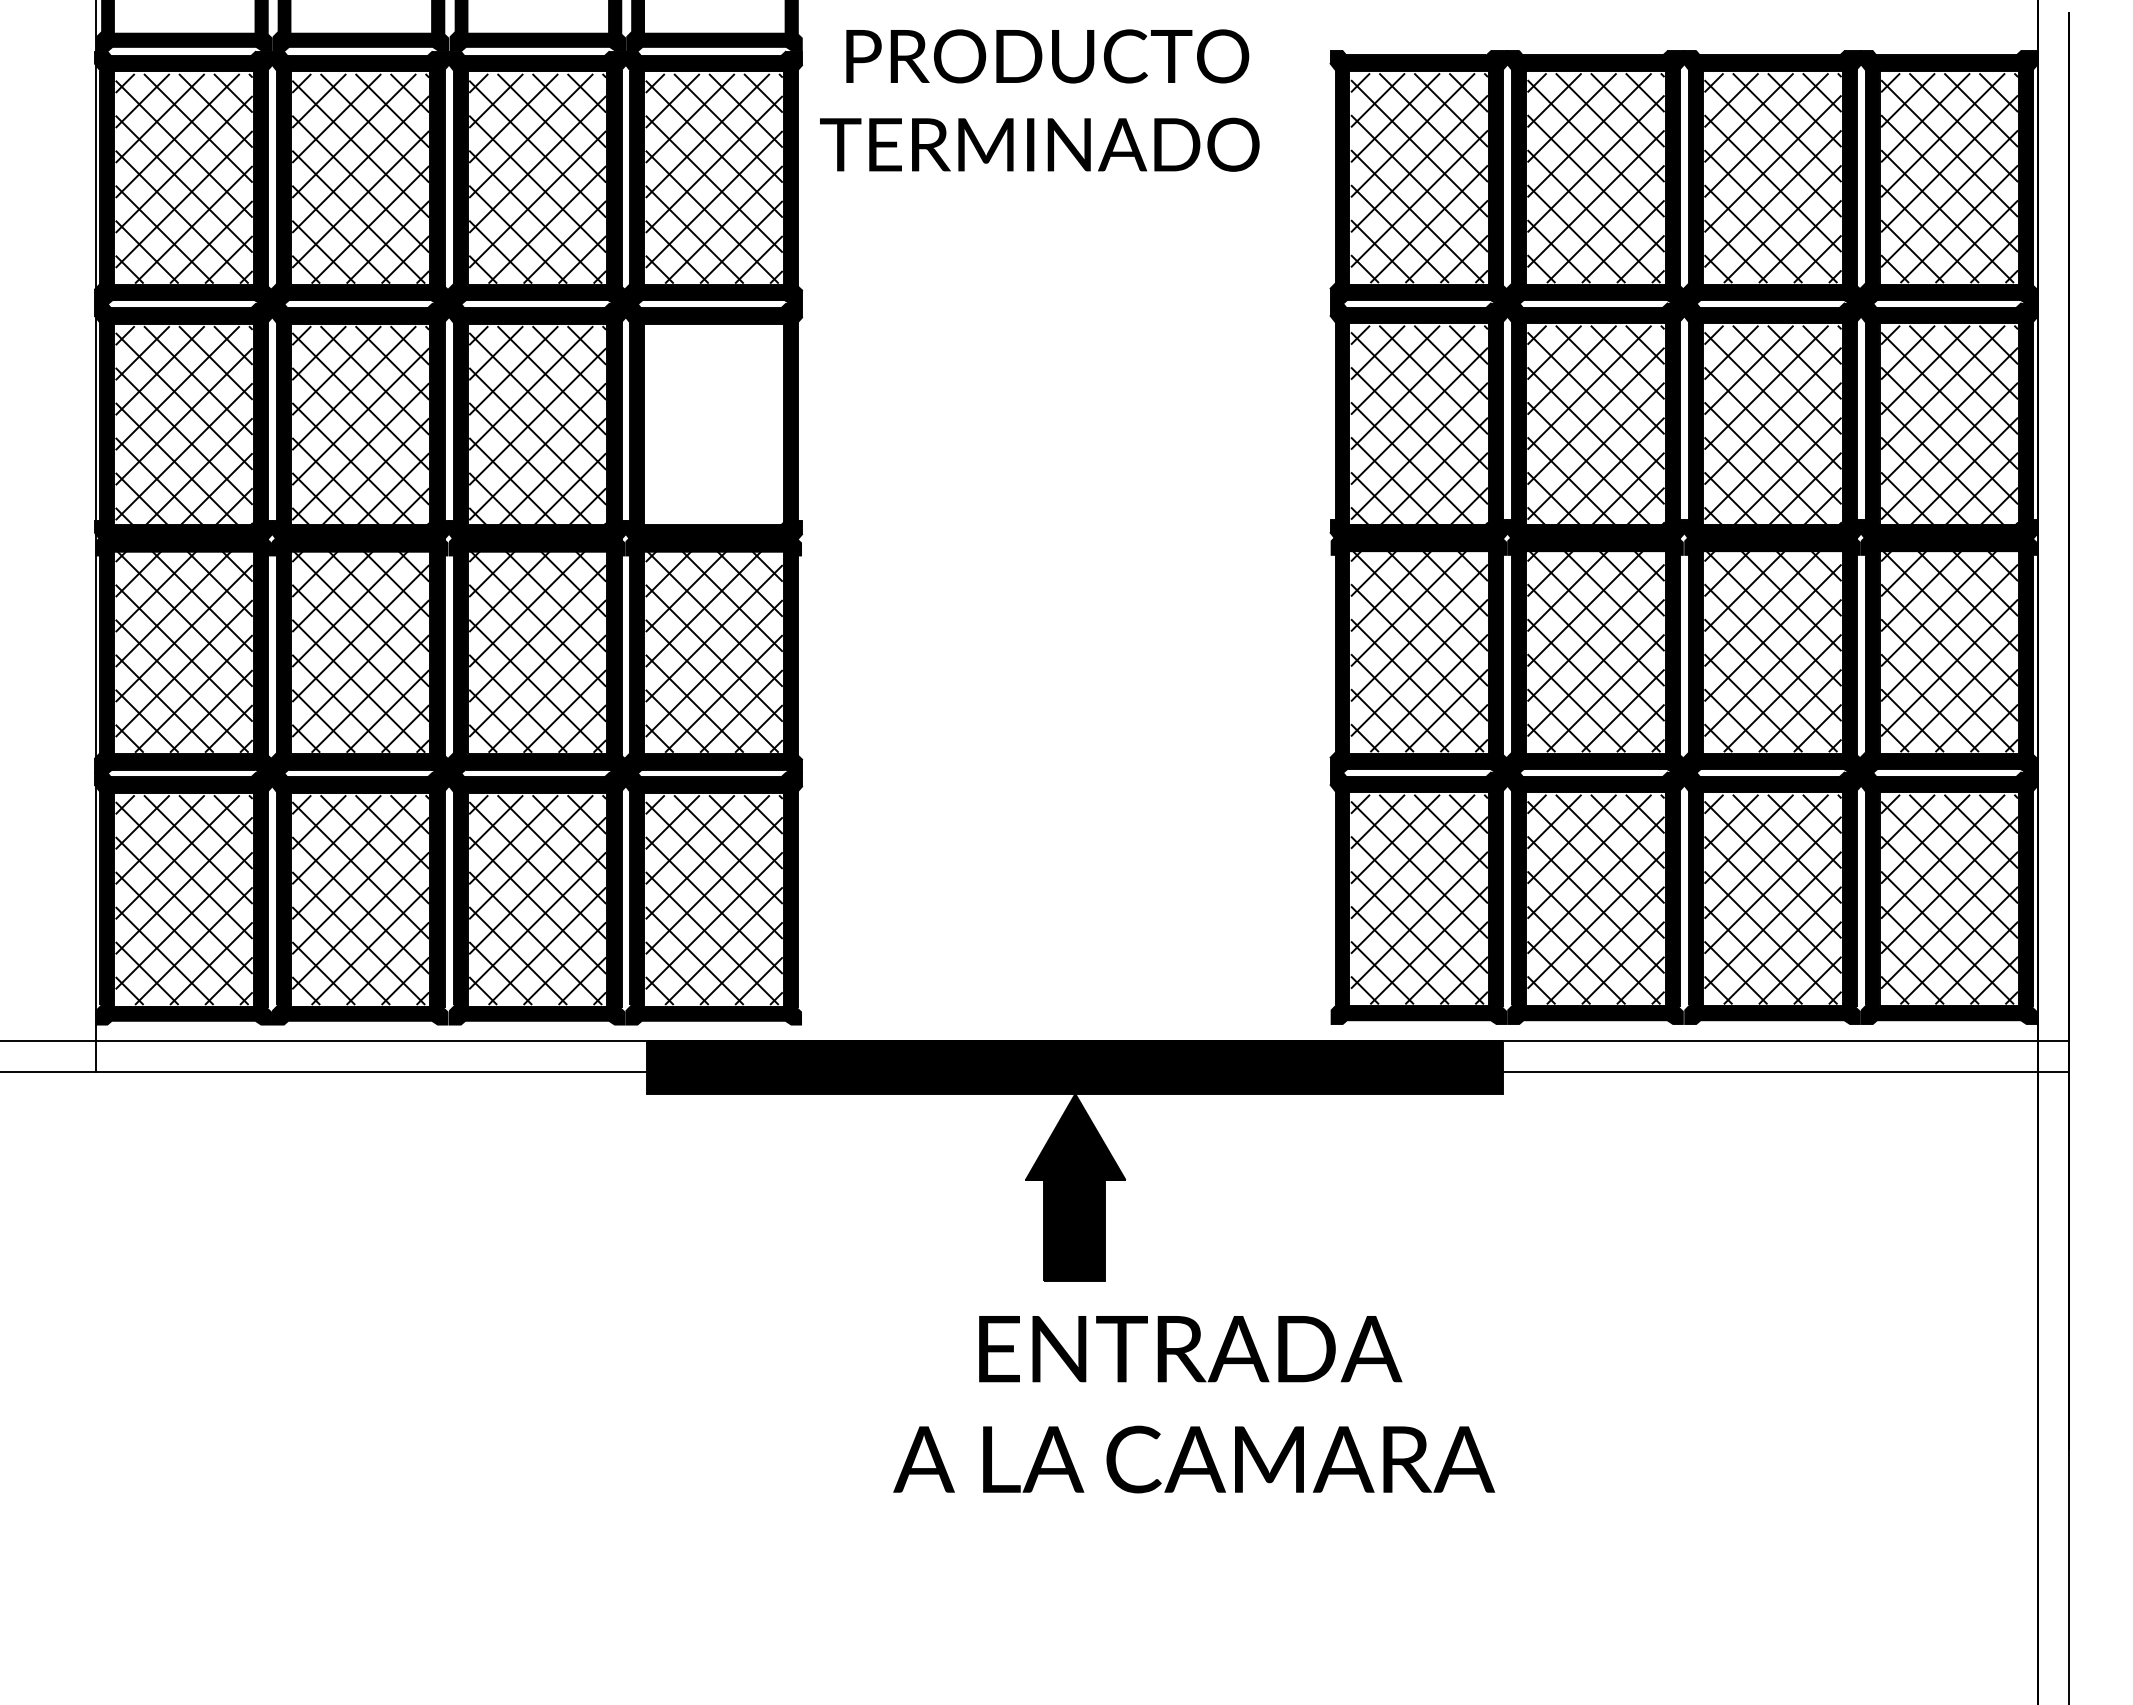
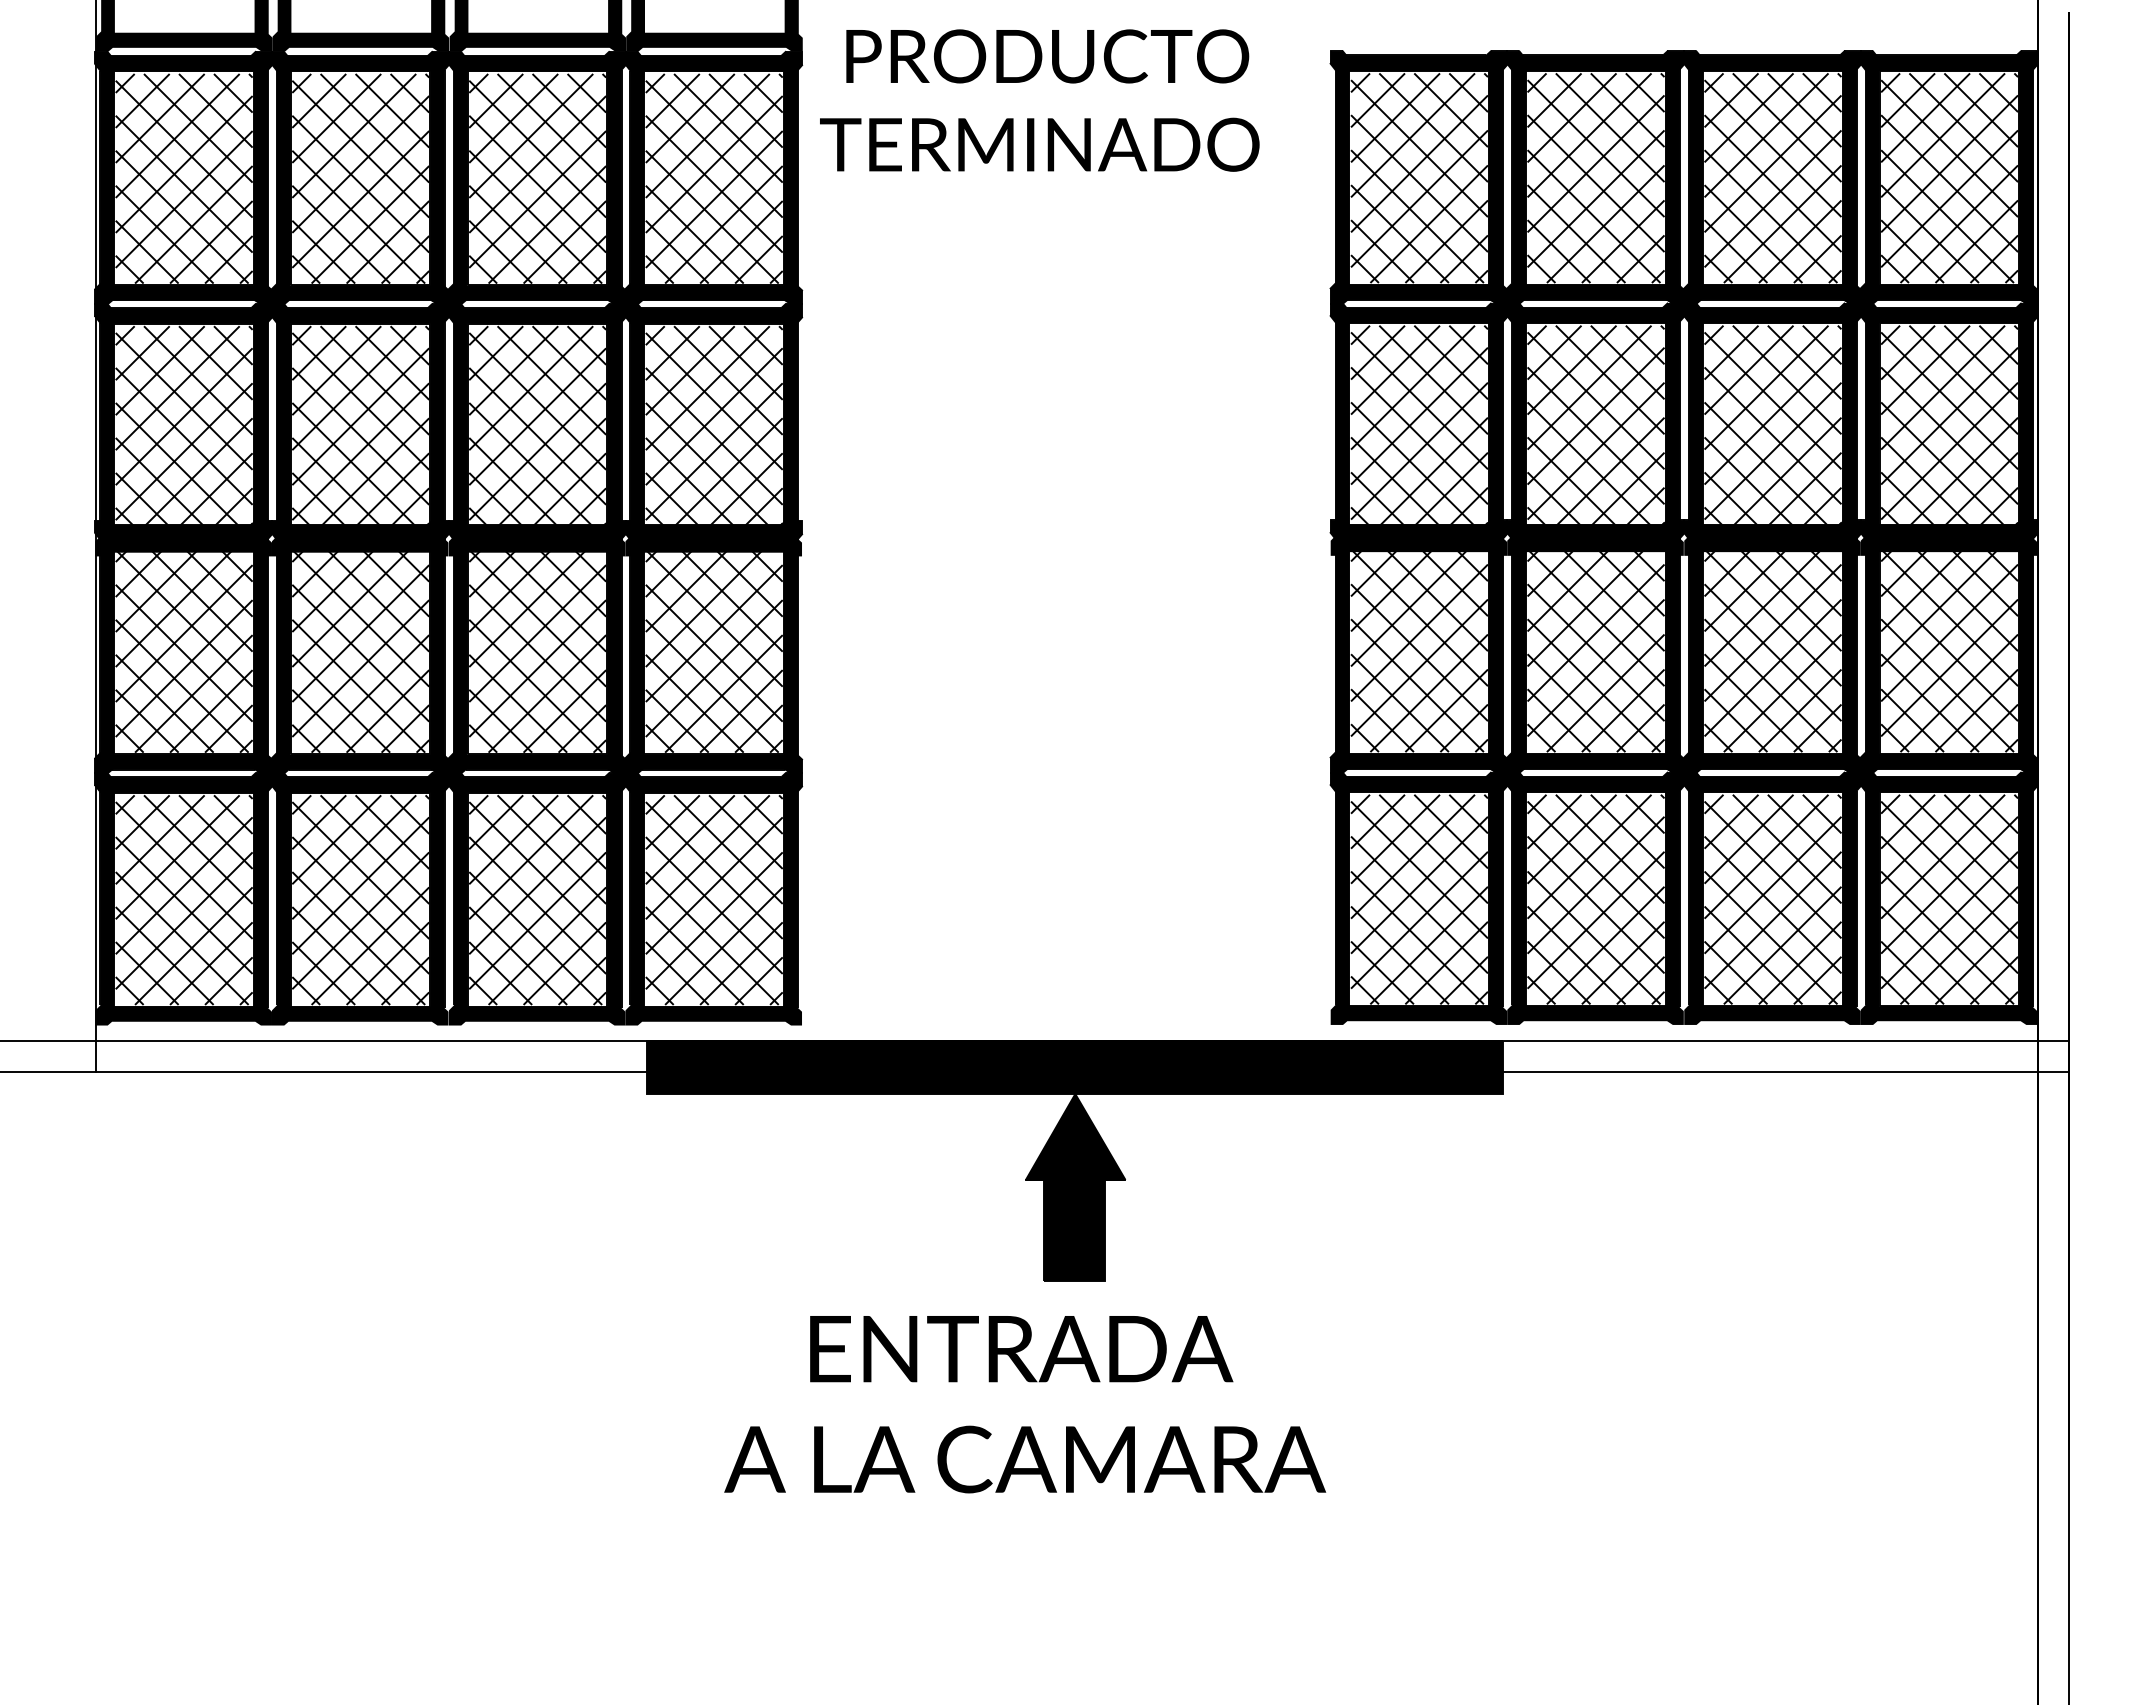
hatch at (713, 430): none -> present
text at (1194, 1404) position: (1194, 1404) -> (1025, 1404)
